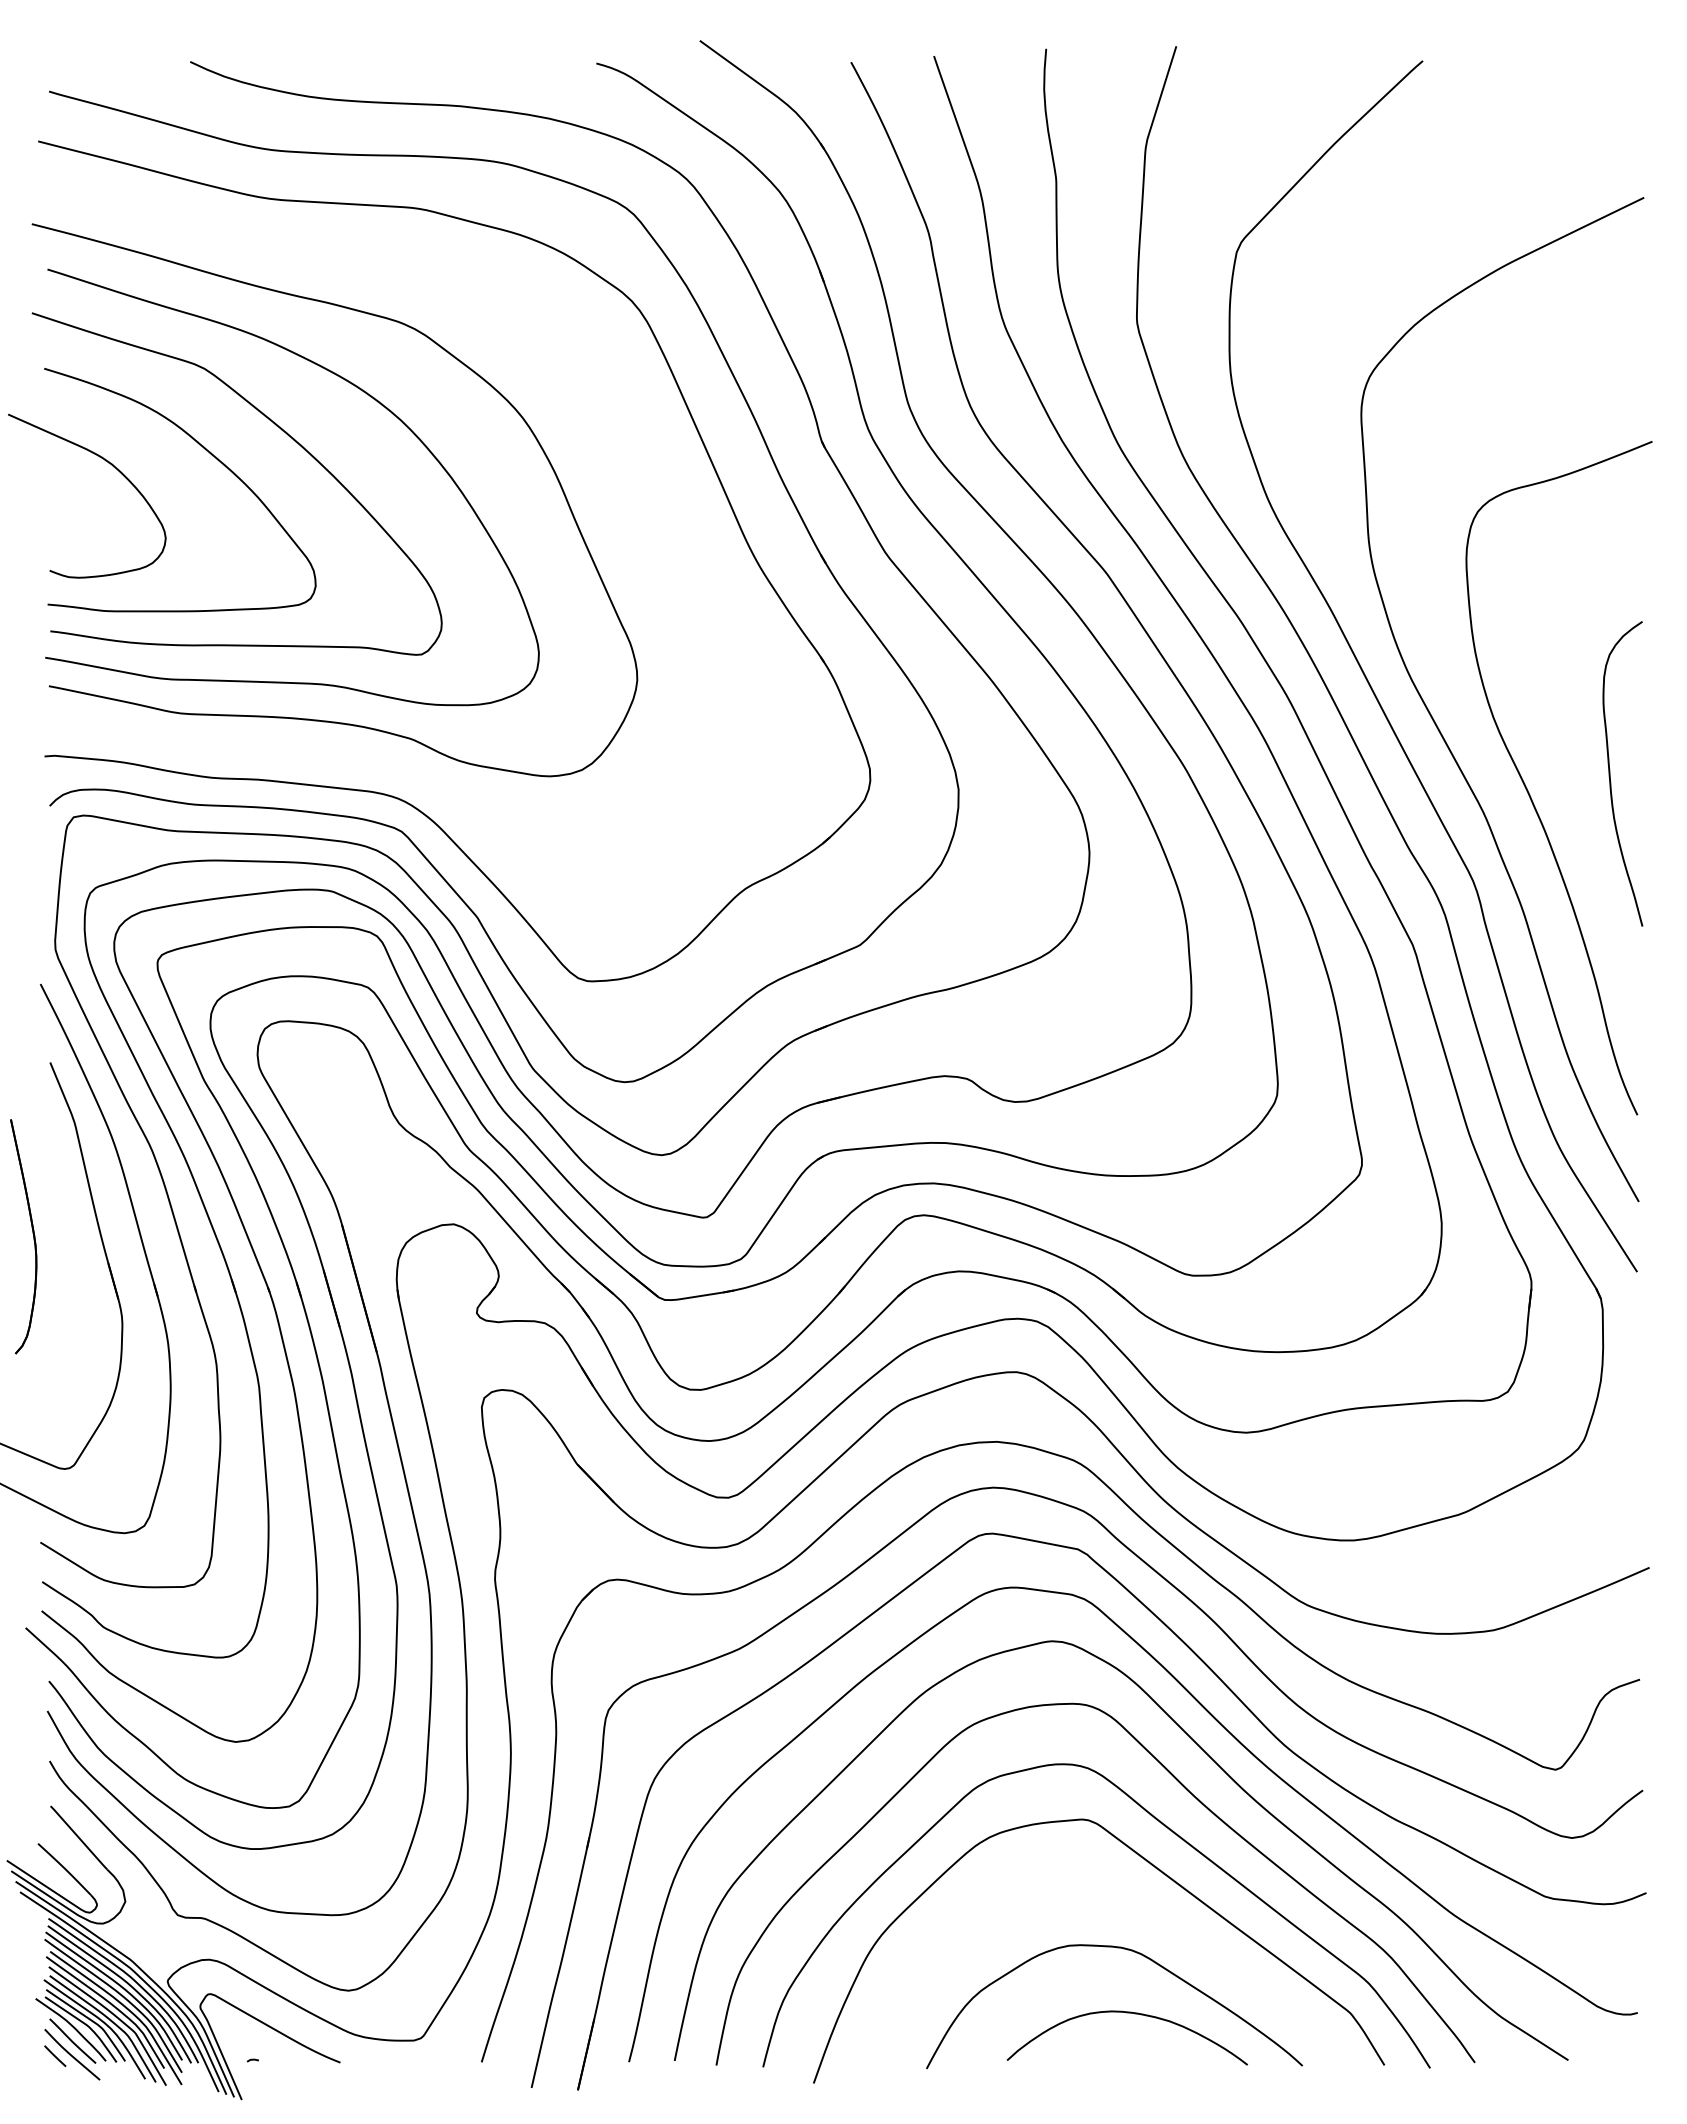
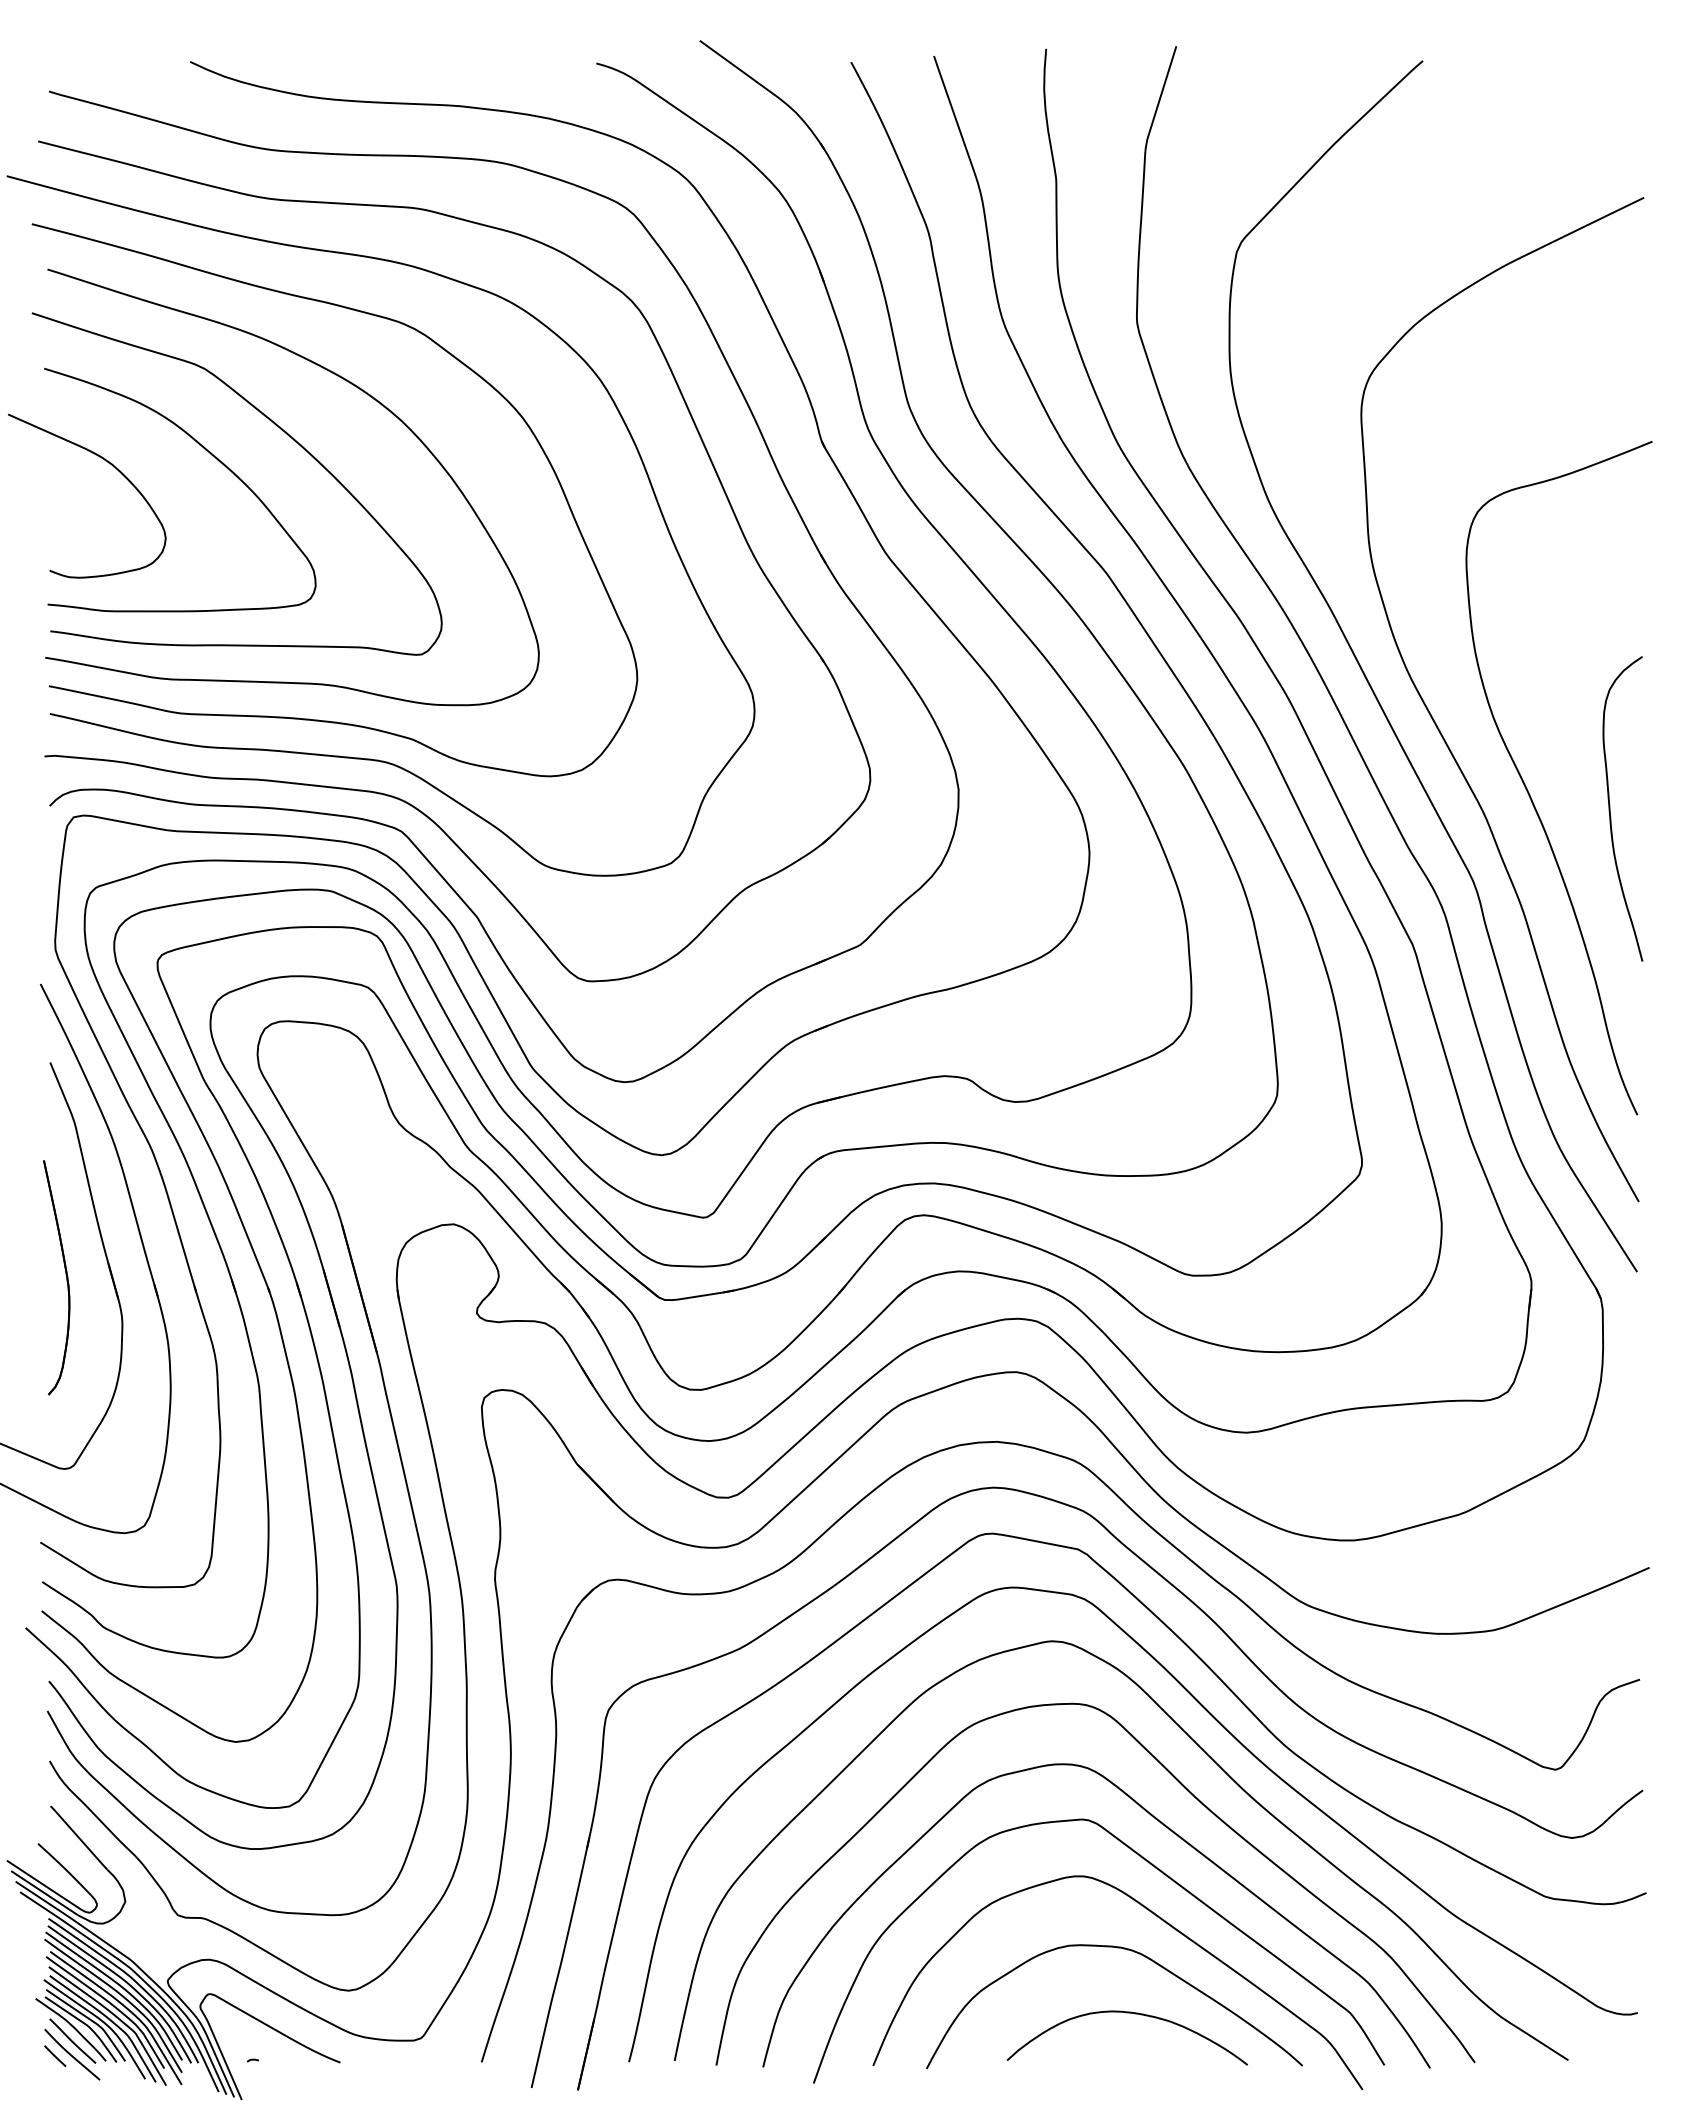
curve at (361, 757): none -> present
curve at (1610, 773) position: (1610, 773) -> (1610, 808)
part at (32, 1233) position: (32, 1233) -> (65, 1274)
curve at (1161, 1920): none -> present
